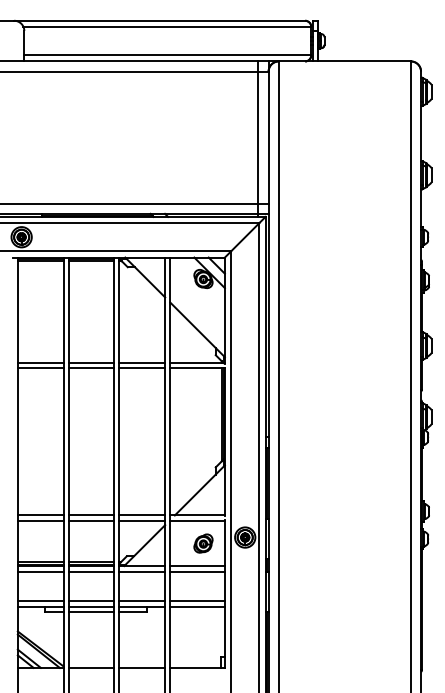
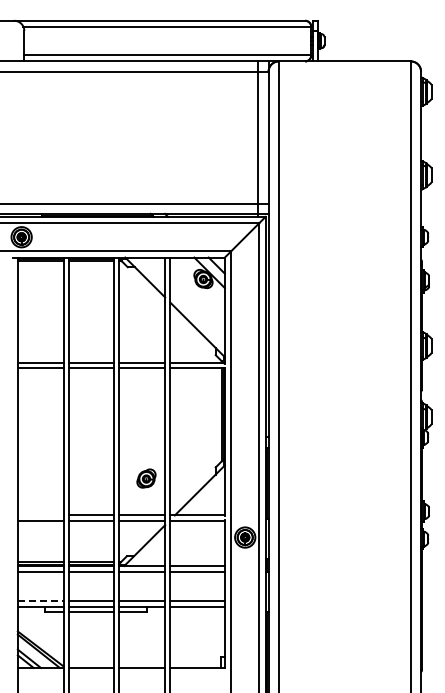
line at (40, 515): present -> none
part at (203, 543) position: (203, 543) -> (146, 478)
line at (40, 600): solid -> dashed
